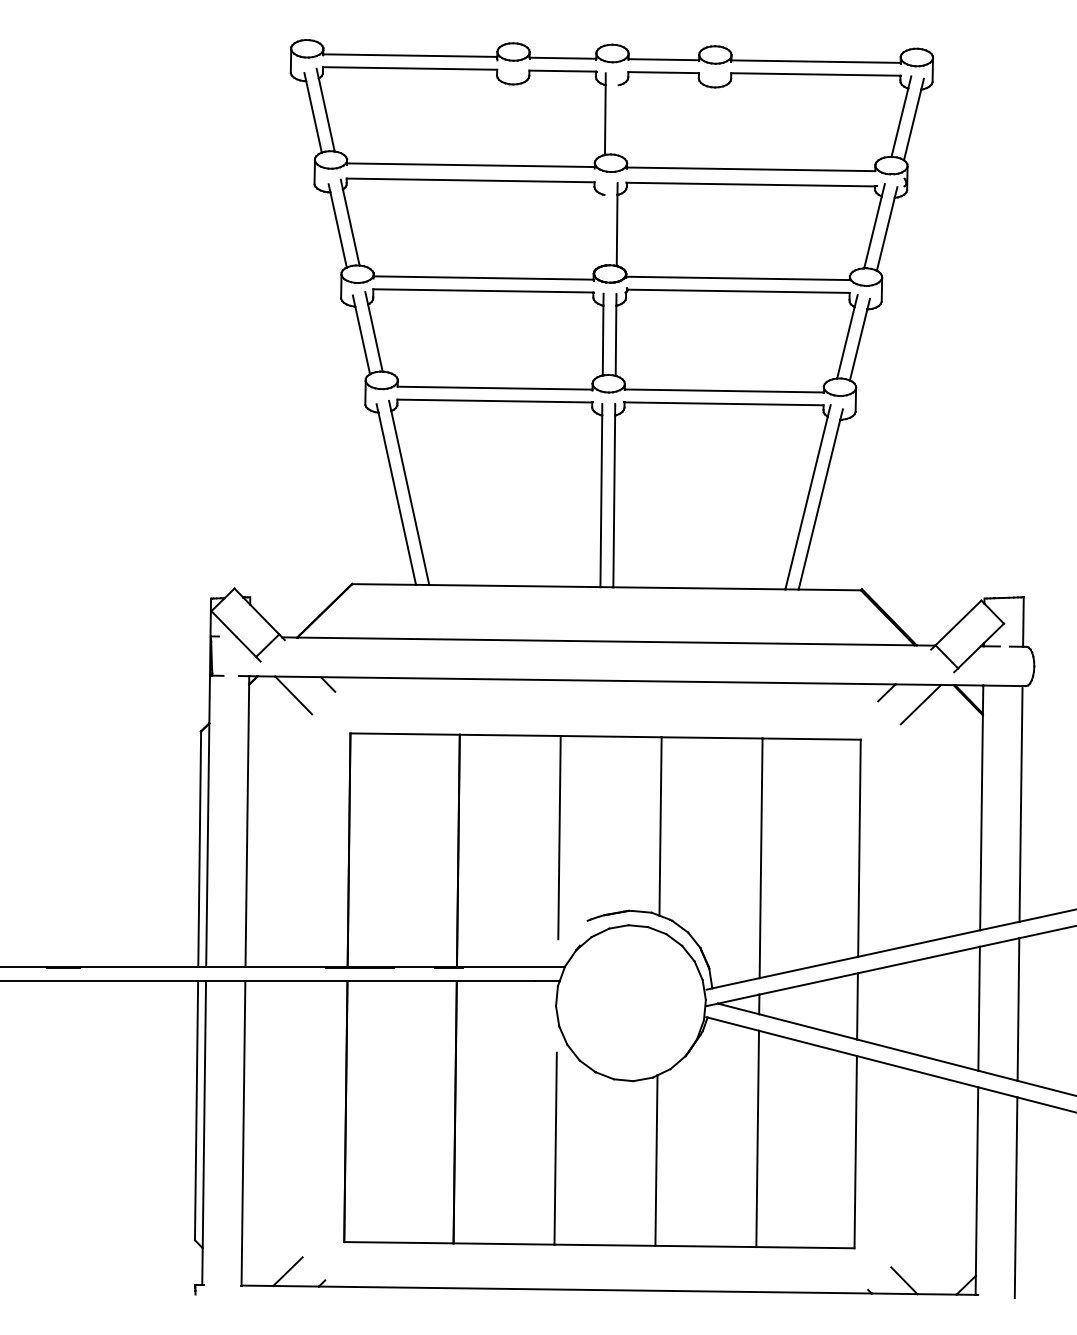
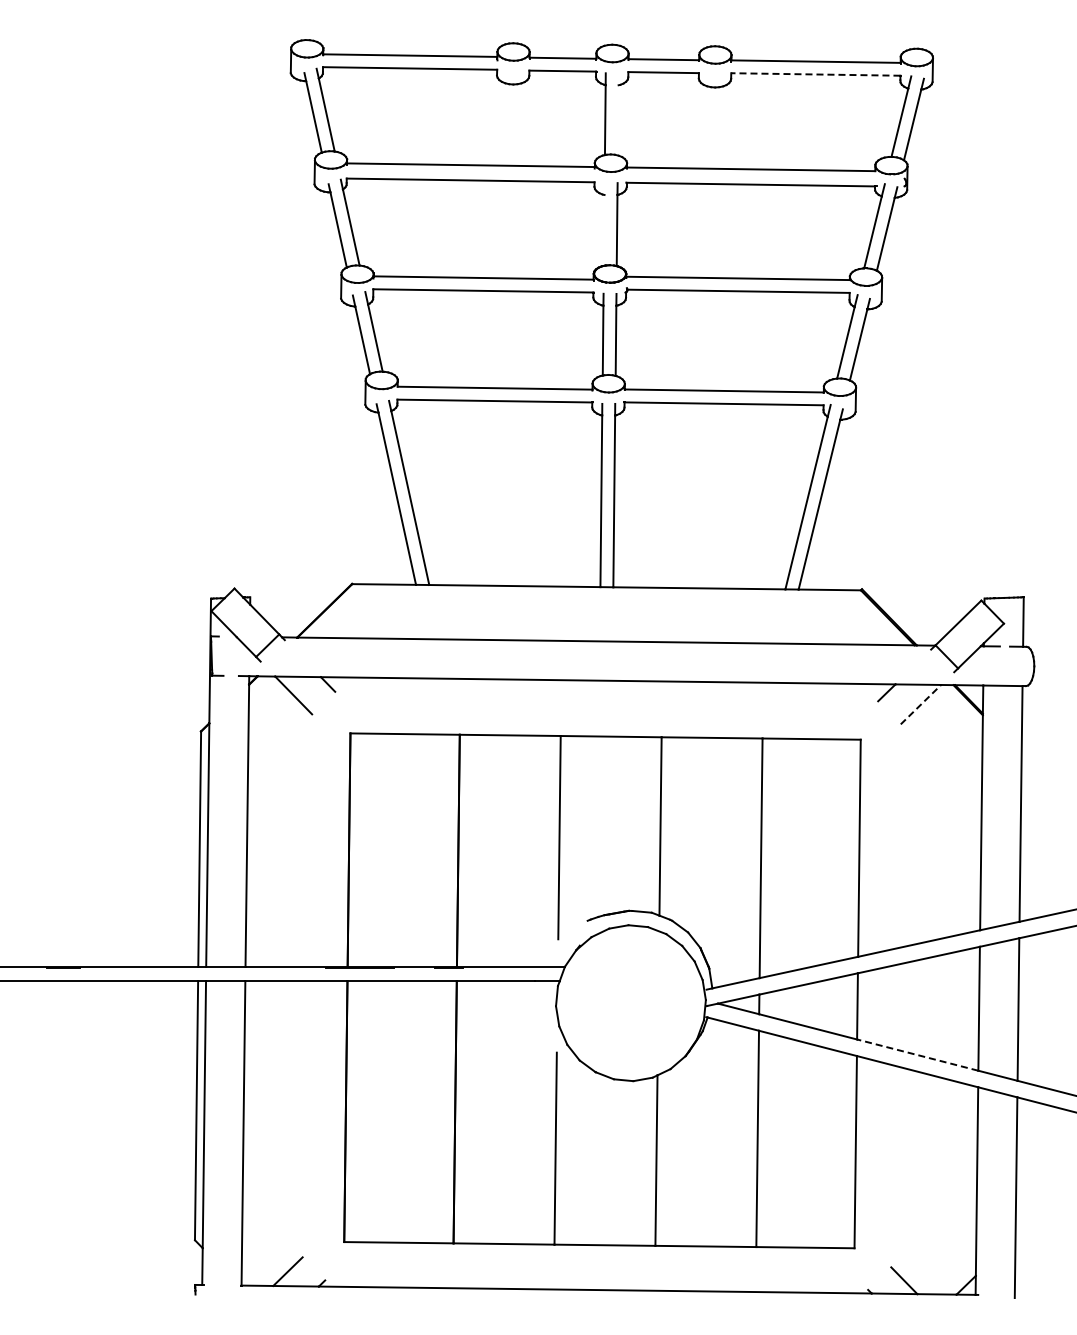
line at (815, 74): solid -> dashed
line at (921, 704): solid -> dashed
line at (917, 1055): solid -> dashed
